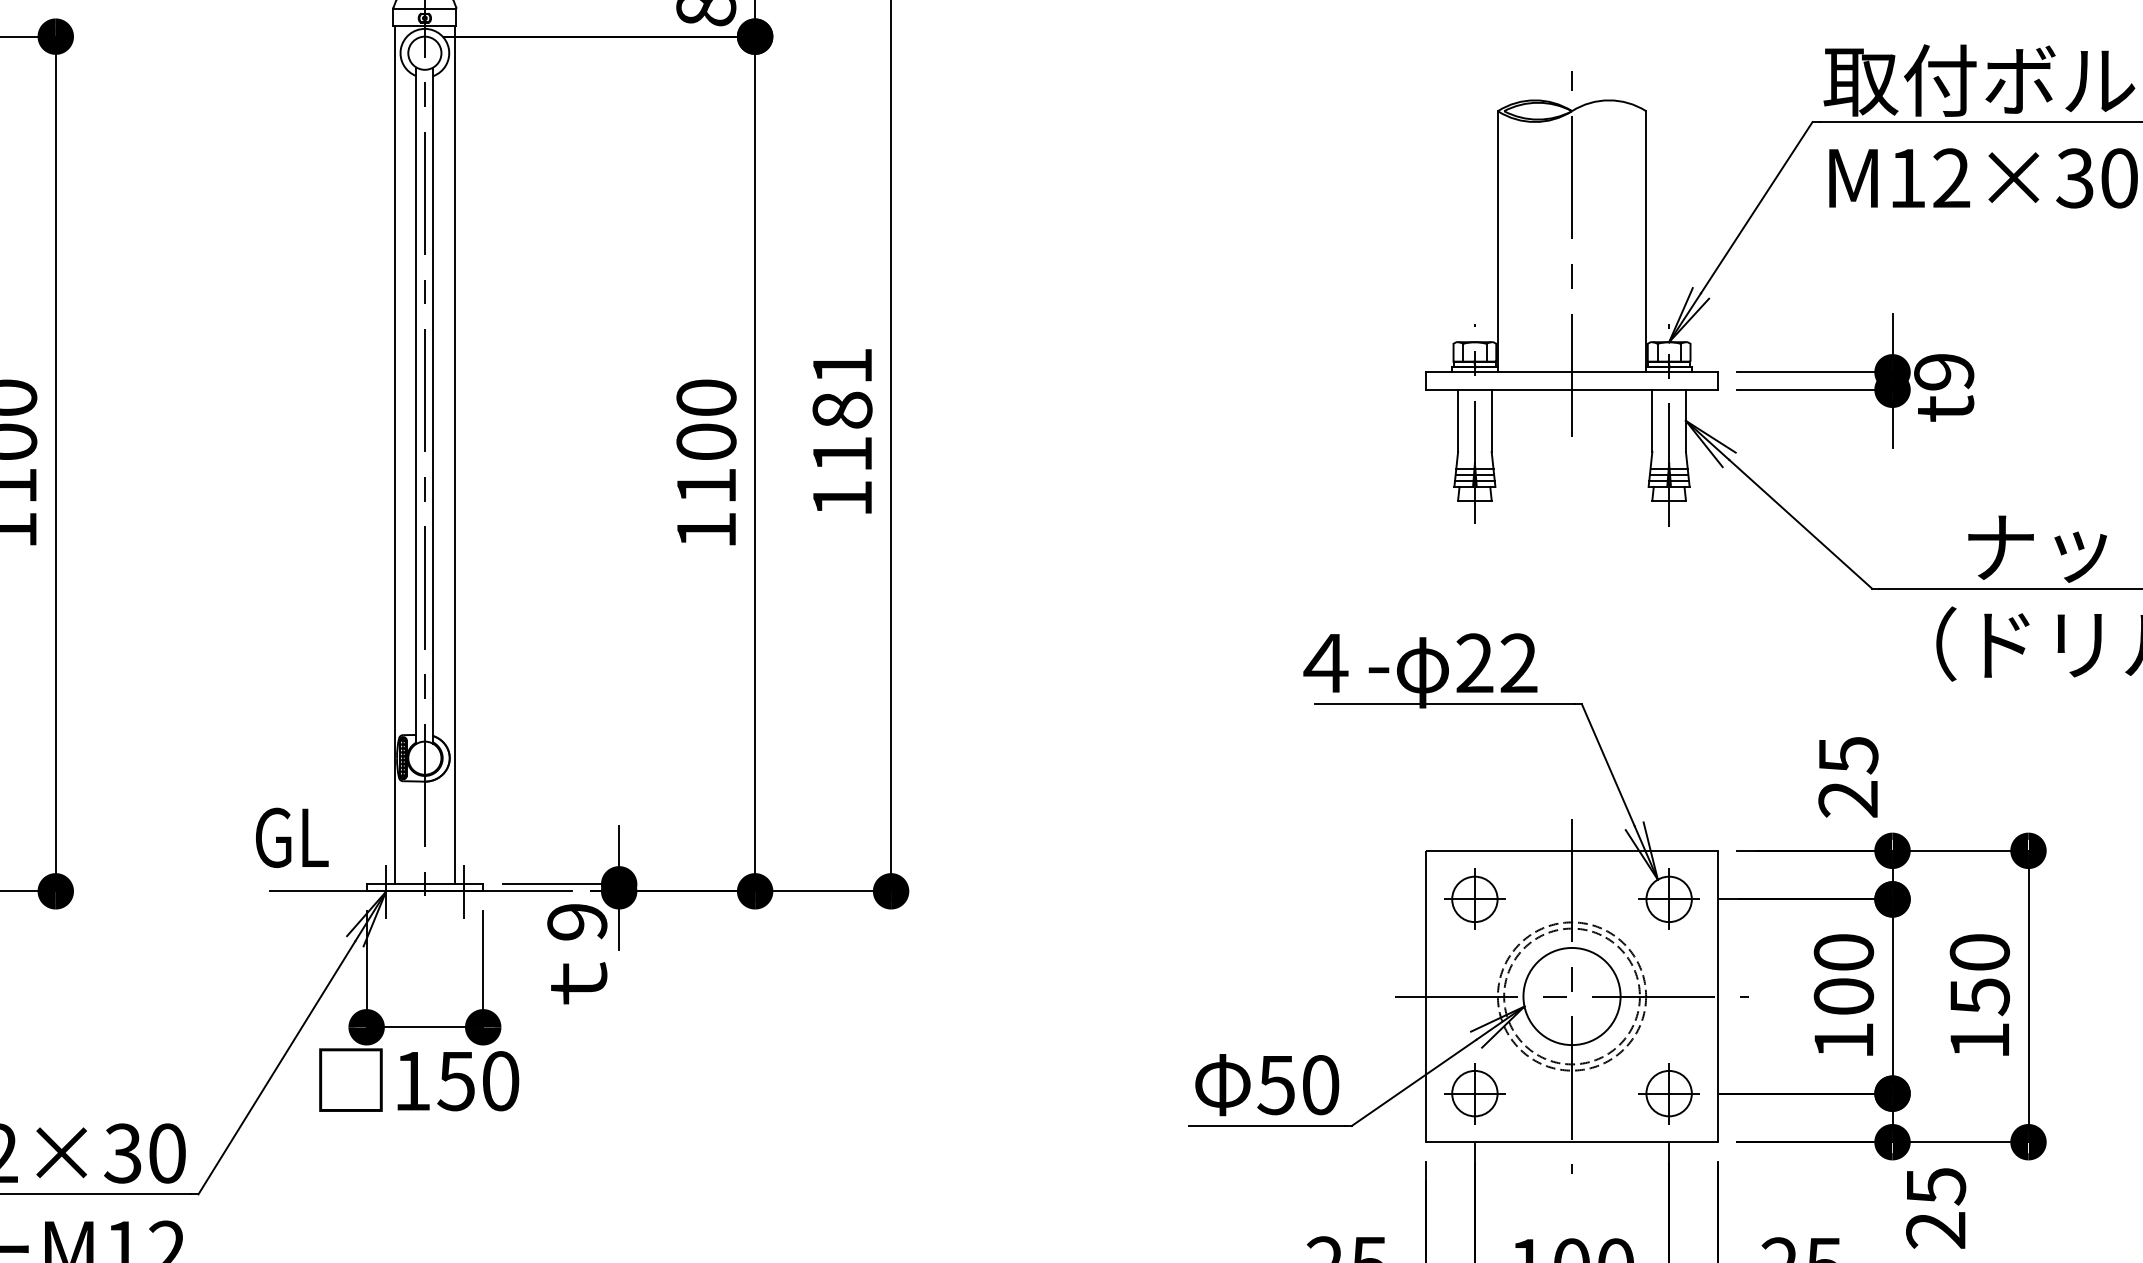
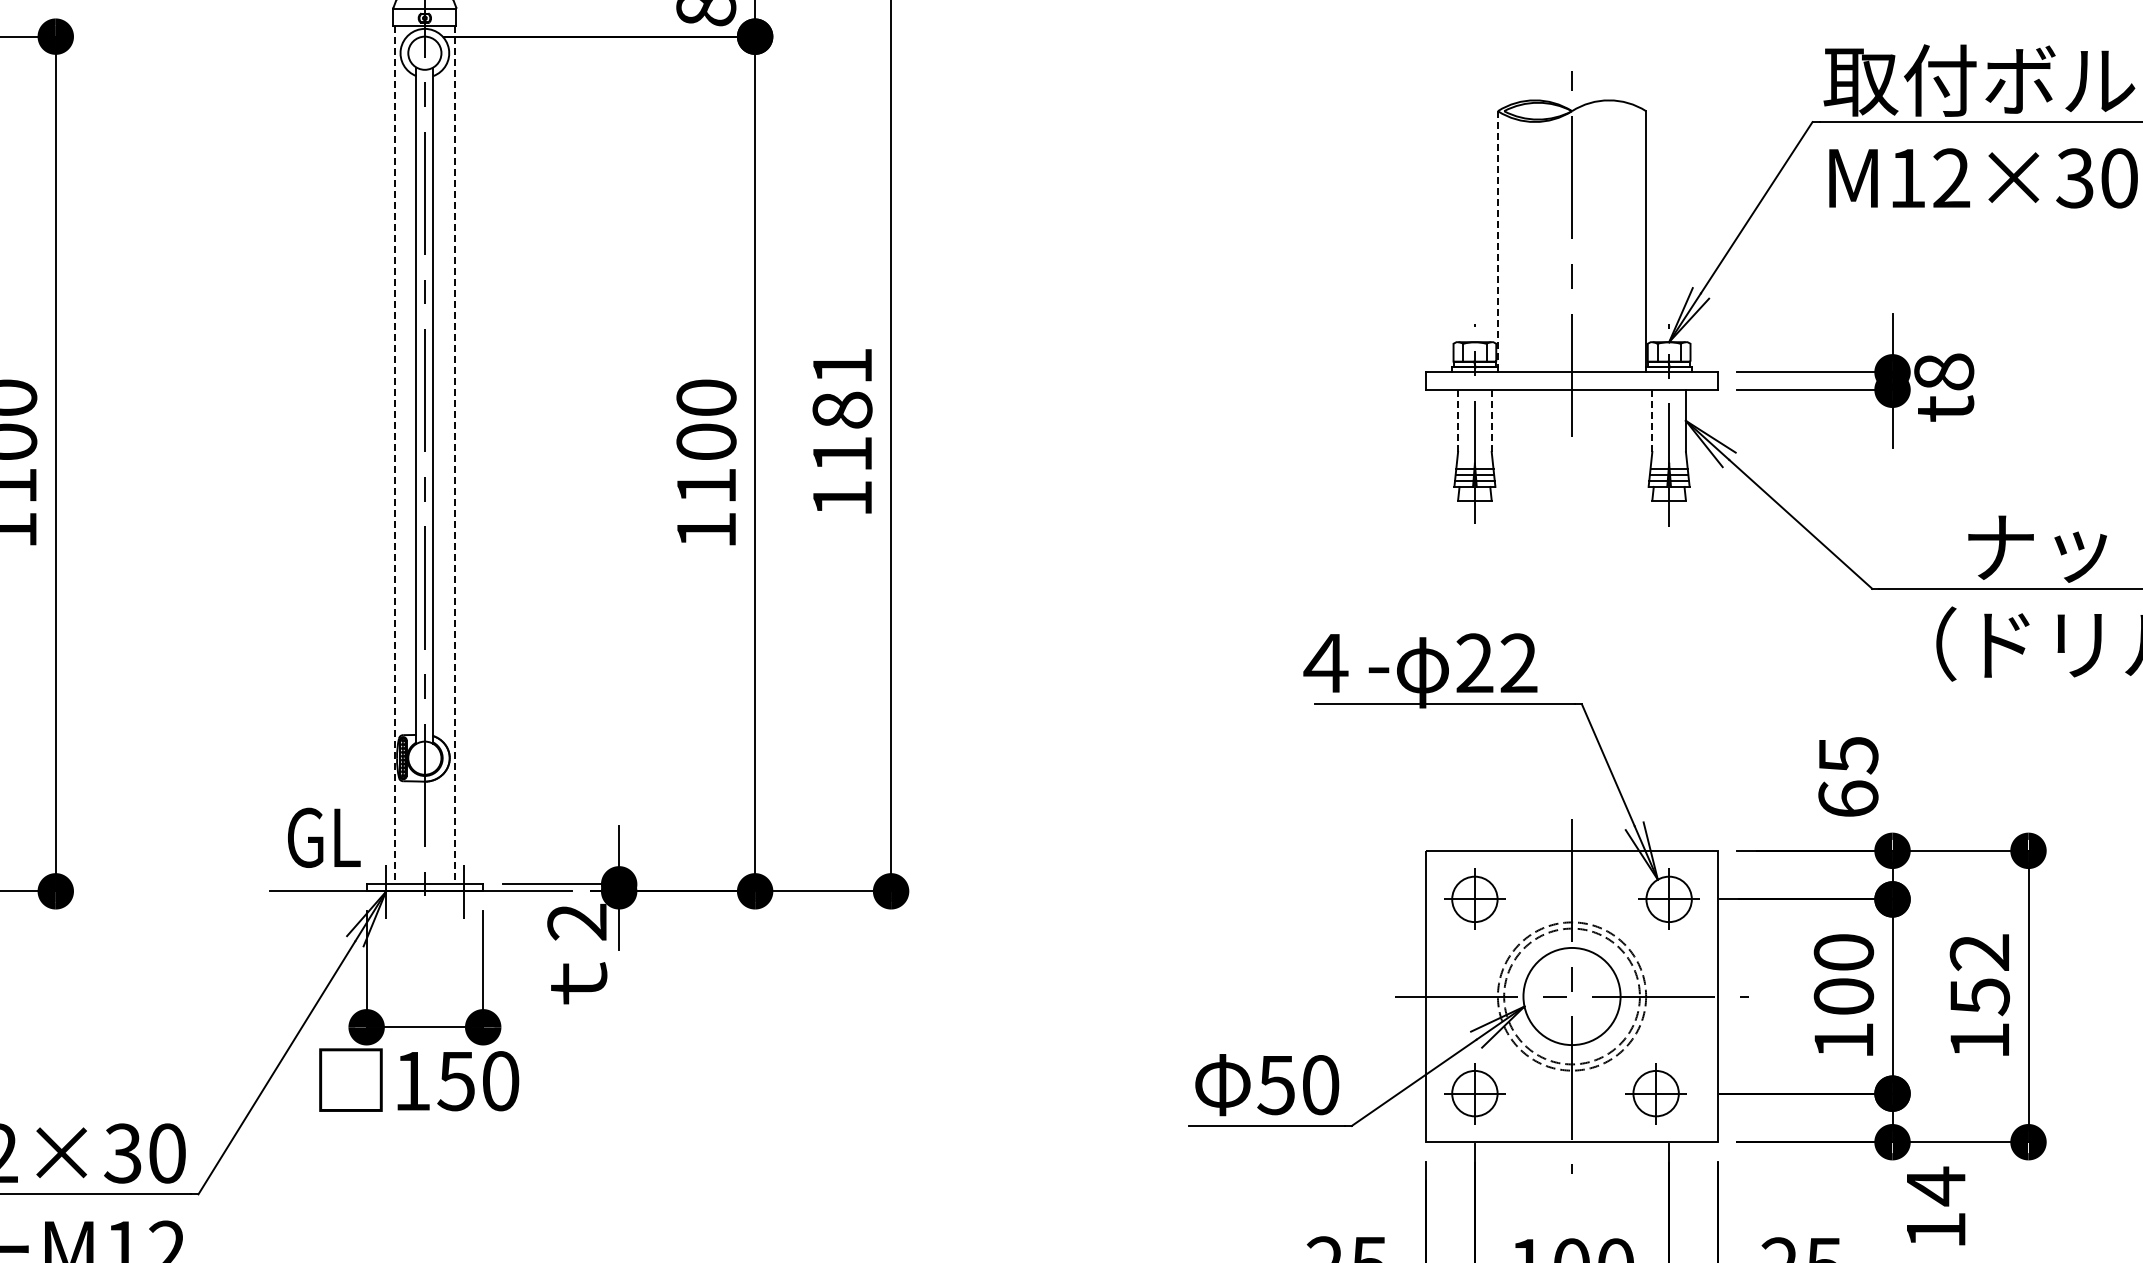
line at (1497, 239): solid -> dashed
text at (1944, 371): t9 -> t8
line at (1458, 420): solid -> dashed
line at (1491, 420): solid -> dashed
line at (1652, 420): solid -> dashed
line at (395, 455): solid -> dashed
line at (454, 455): solid -> dashed
text at (1848, 798): 25 -> 65
text at (292, 837) position: (292, 837) -> (324, 837)
text at (577, 921): 9 -> 2
text at (1979, 952): 150 -> 152
part at (1668, 1093) position: (1668, 1093) -> (1655, 1093)
text at (1936, 1207): 25 -> 14
